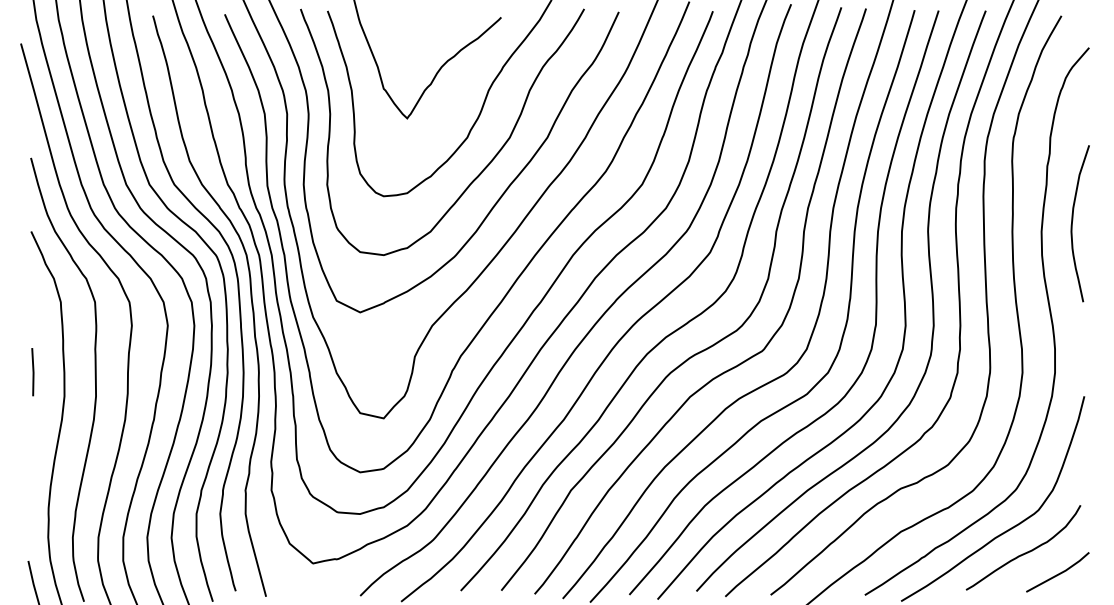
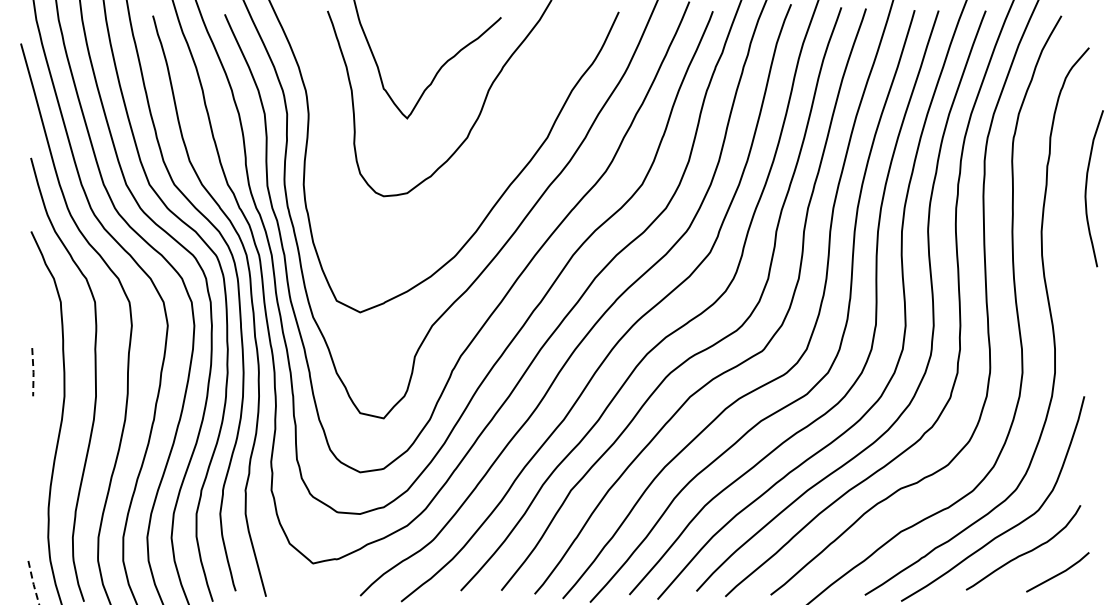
curve at (483, 168): present -> none
curve at (1073, 220) position: (1073, 220) -> (1087, 185)
line at (33, 372): solid -> dashed
line at (33, 583): solid -> dashed
